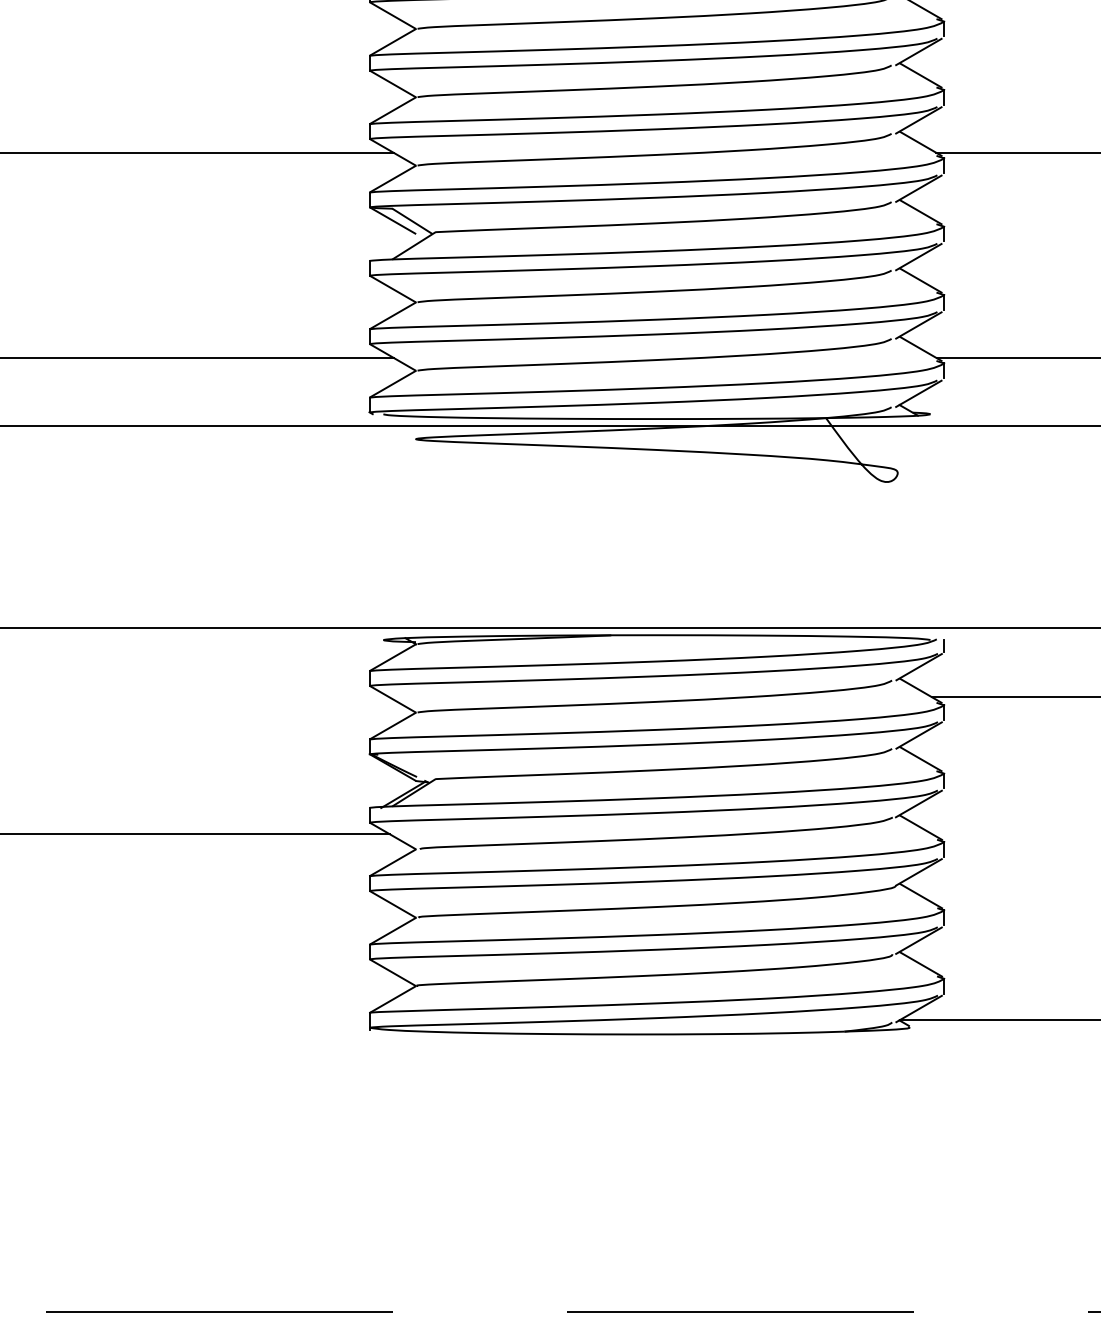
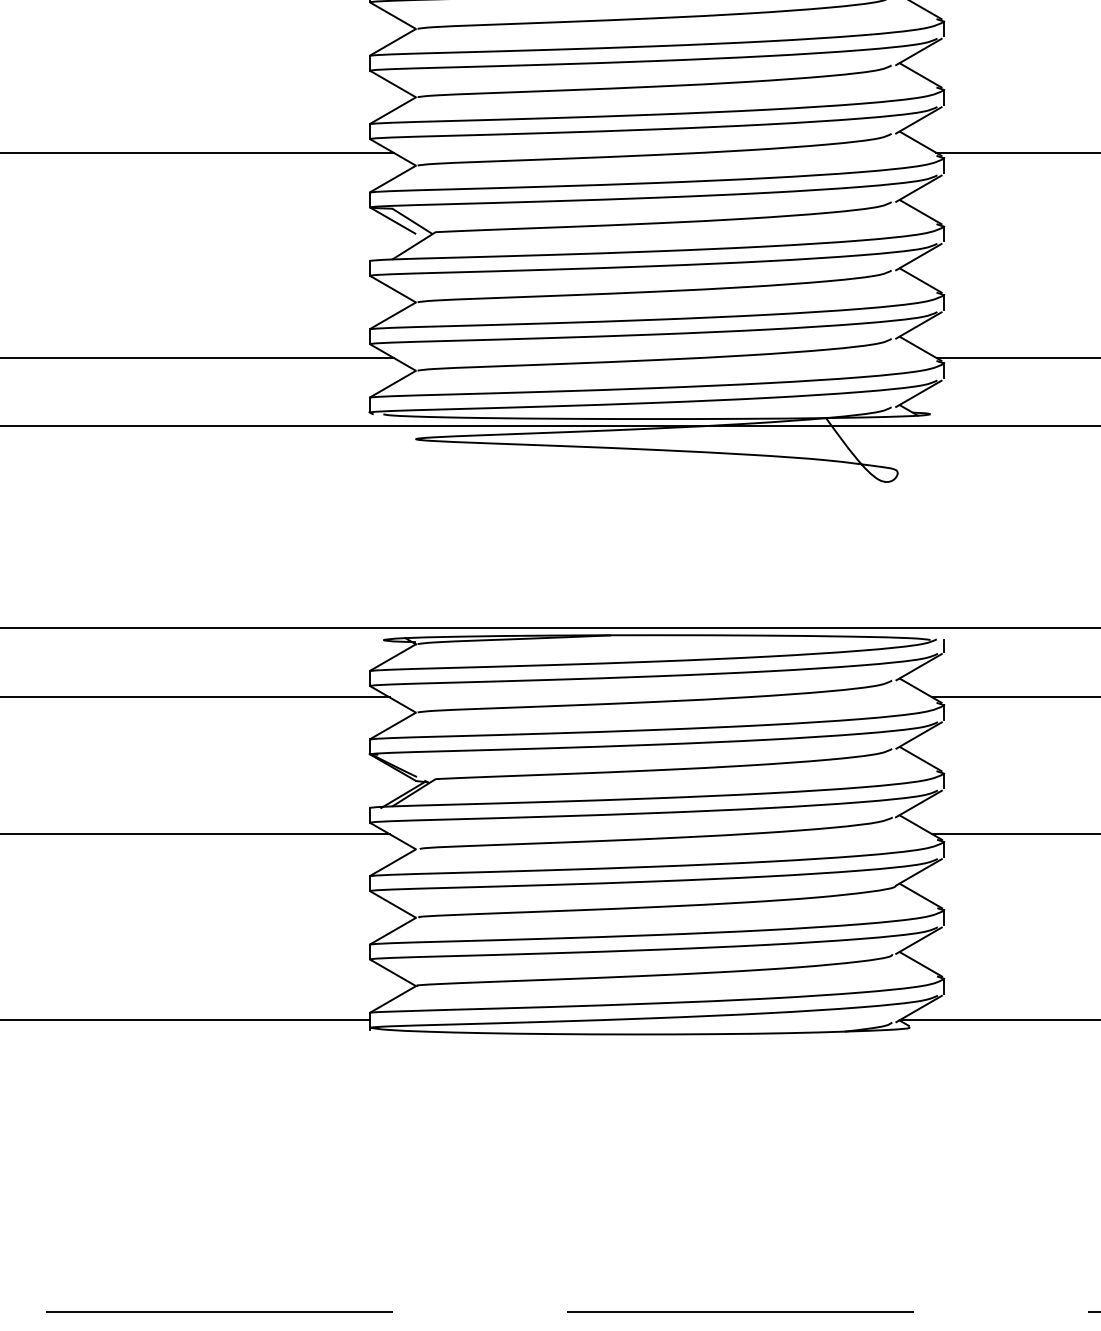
line at (195, 697): none -> present
line at (1014, 834): none -> present
line at (185, 1020): none -> present
